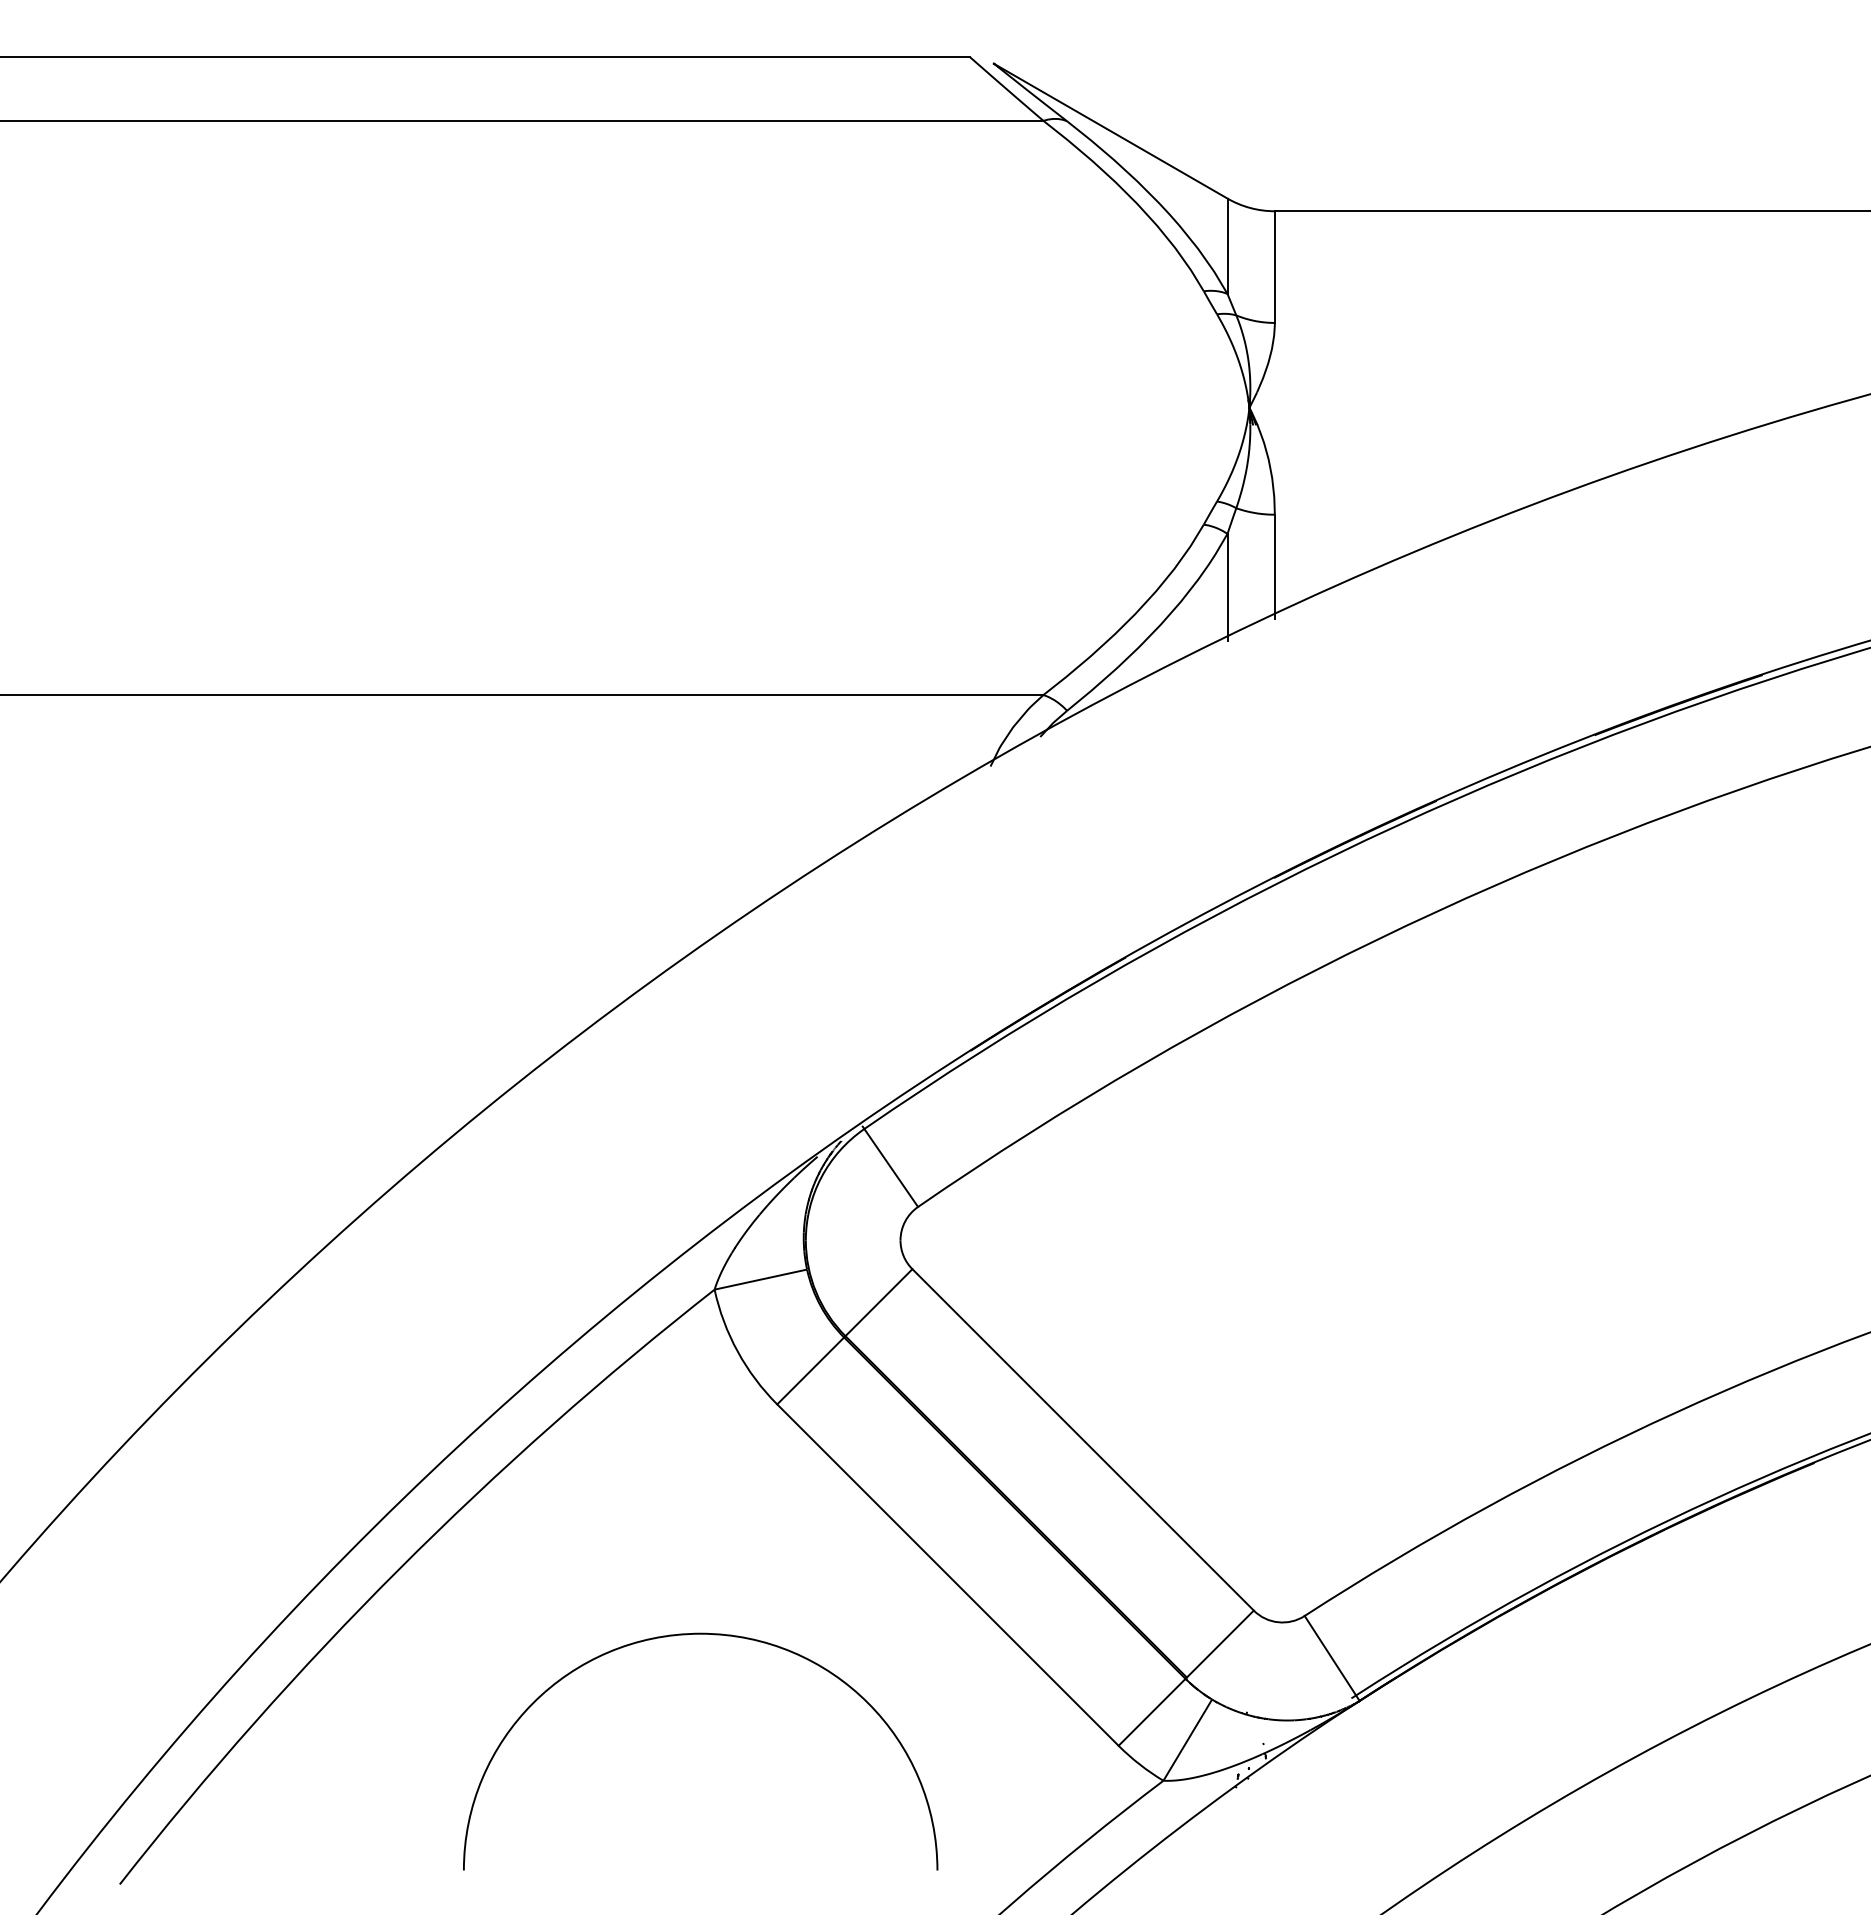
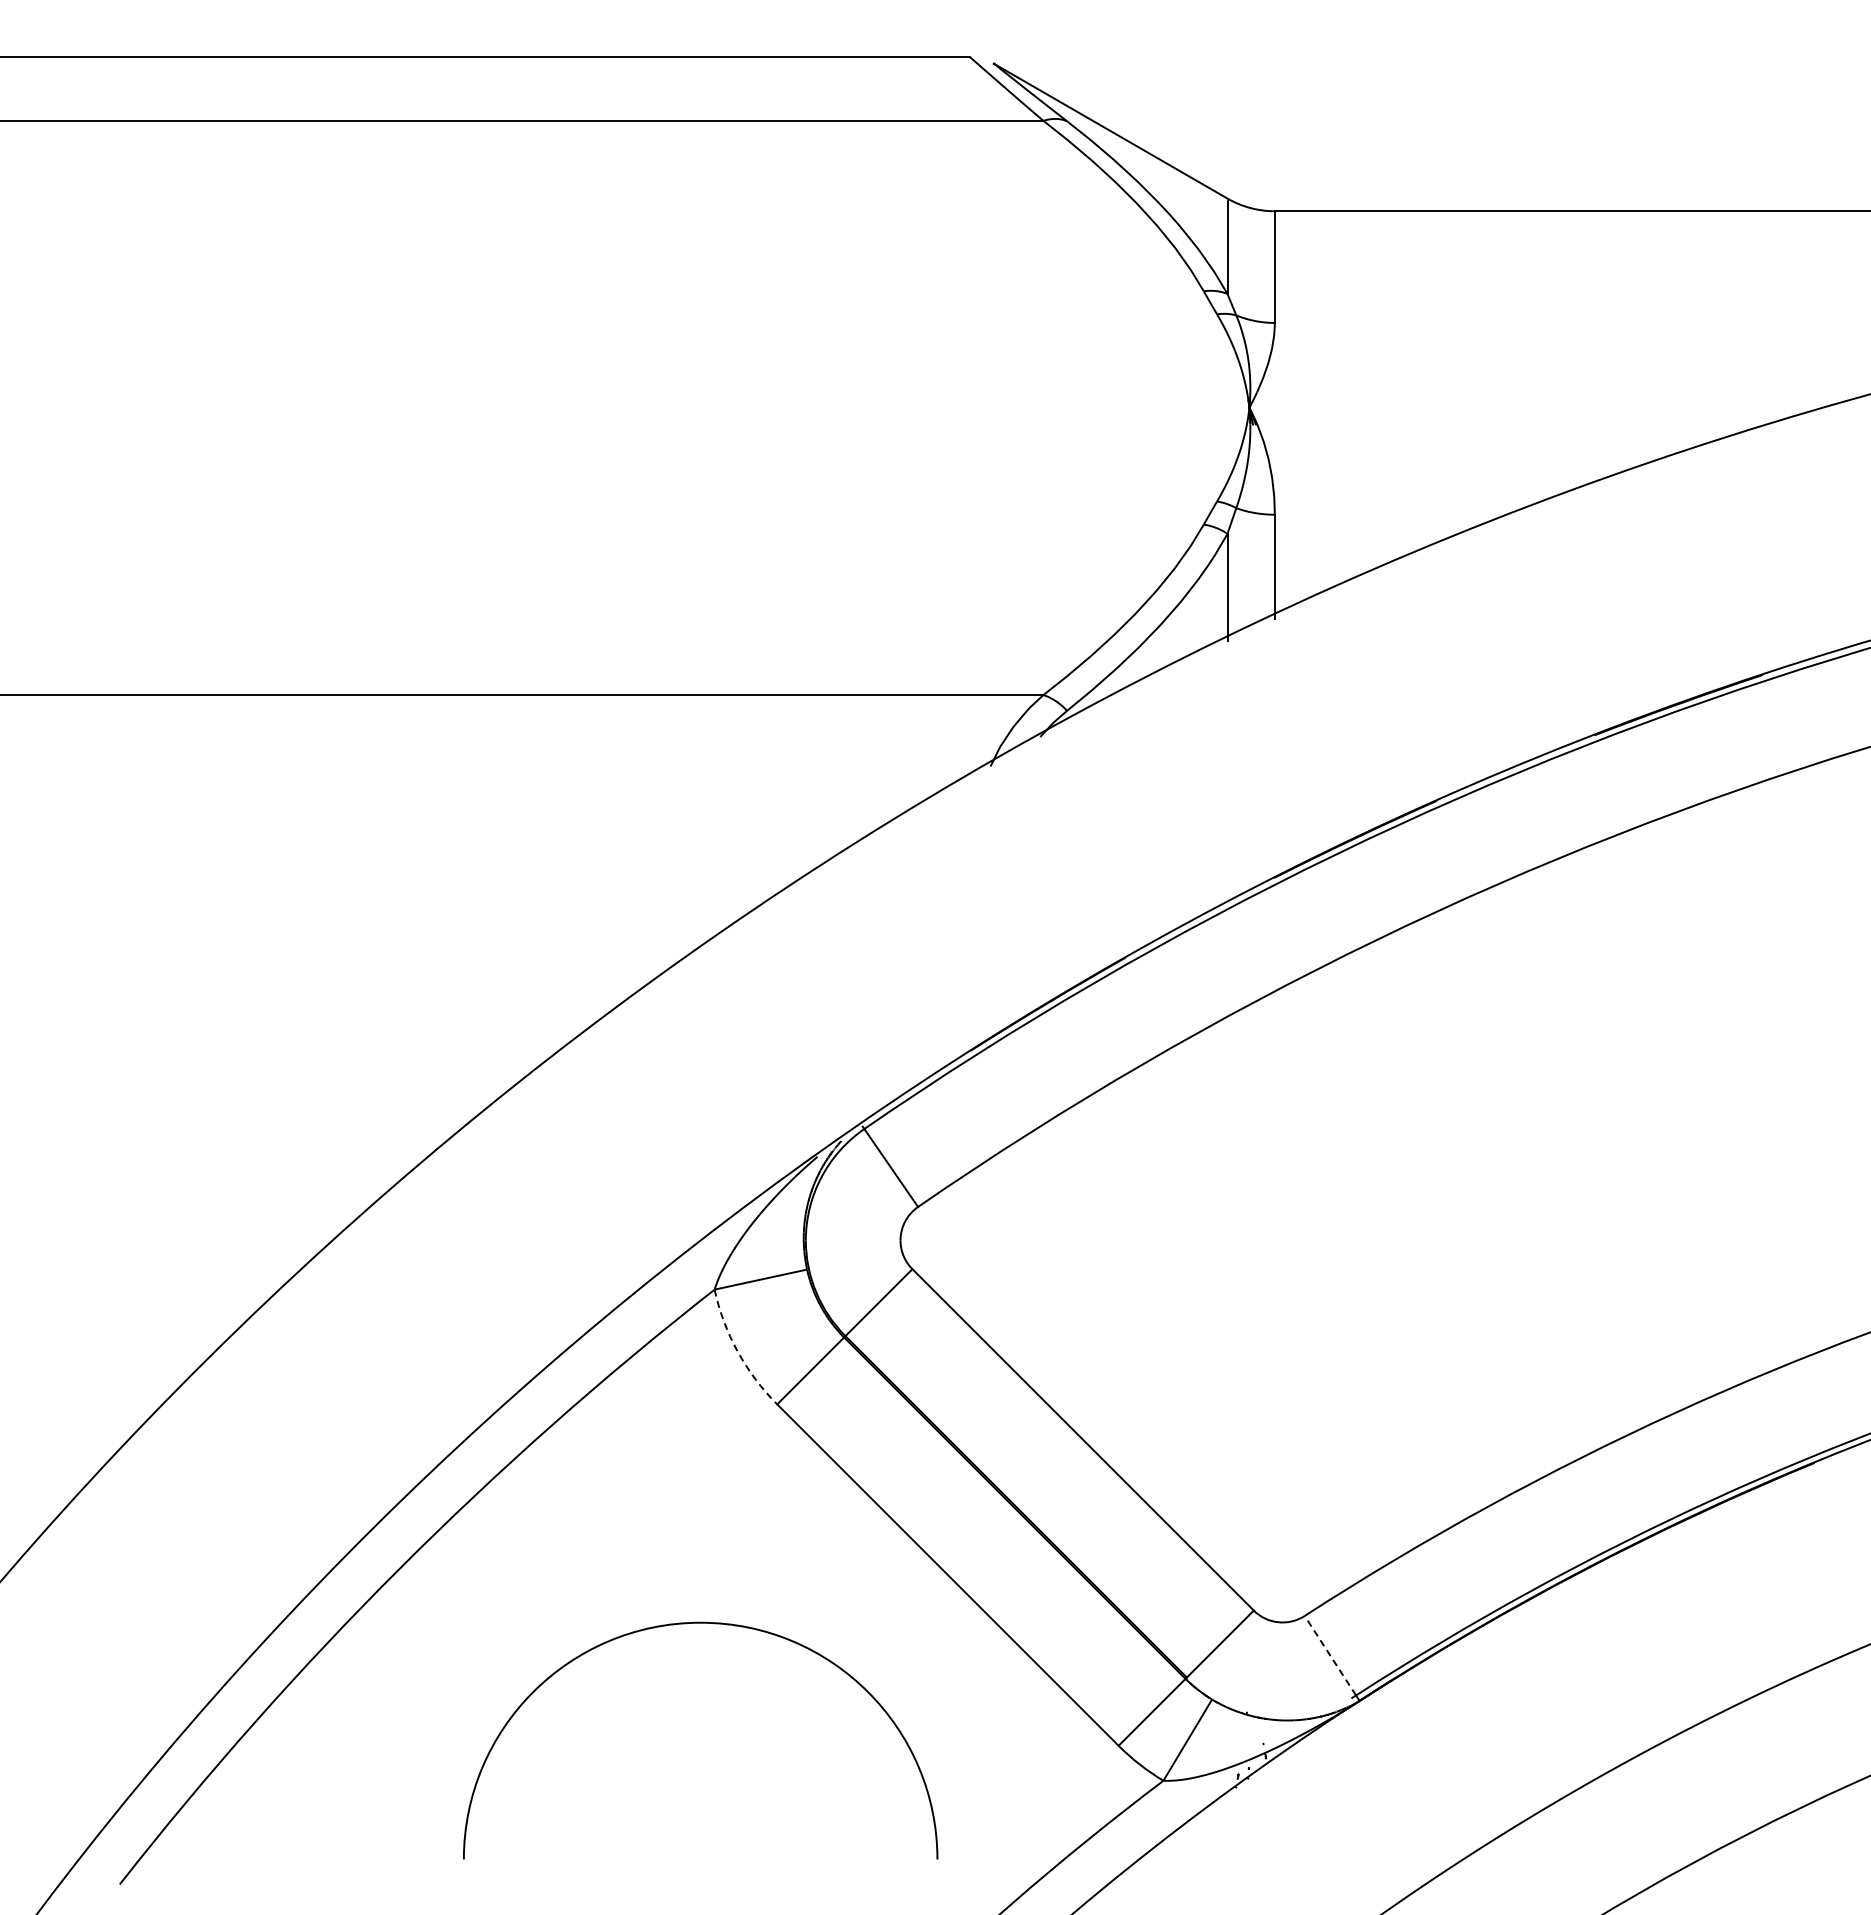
arc at (737, 1351): solid -> dashed
arc at (686, 1635) position: (686, 1635) -> (686, 1624)
line at (1330, 1655): solid -> dashed
